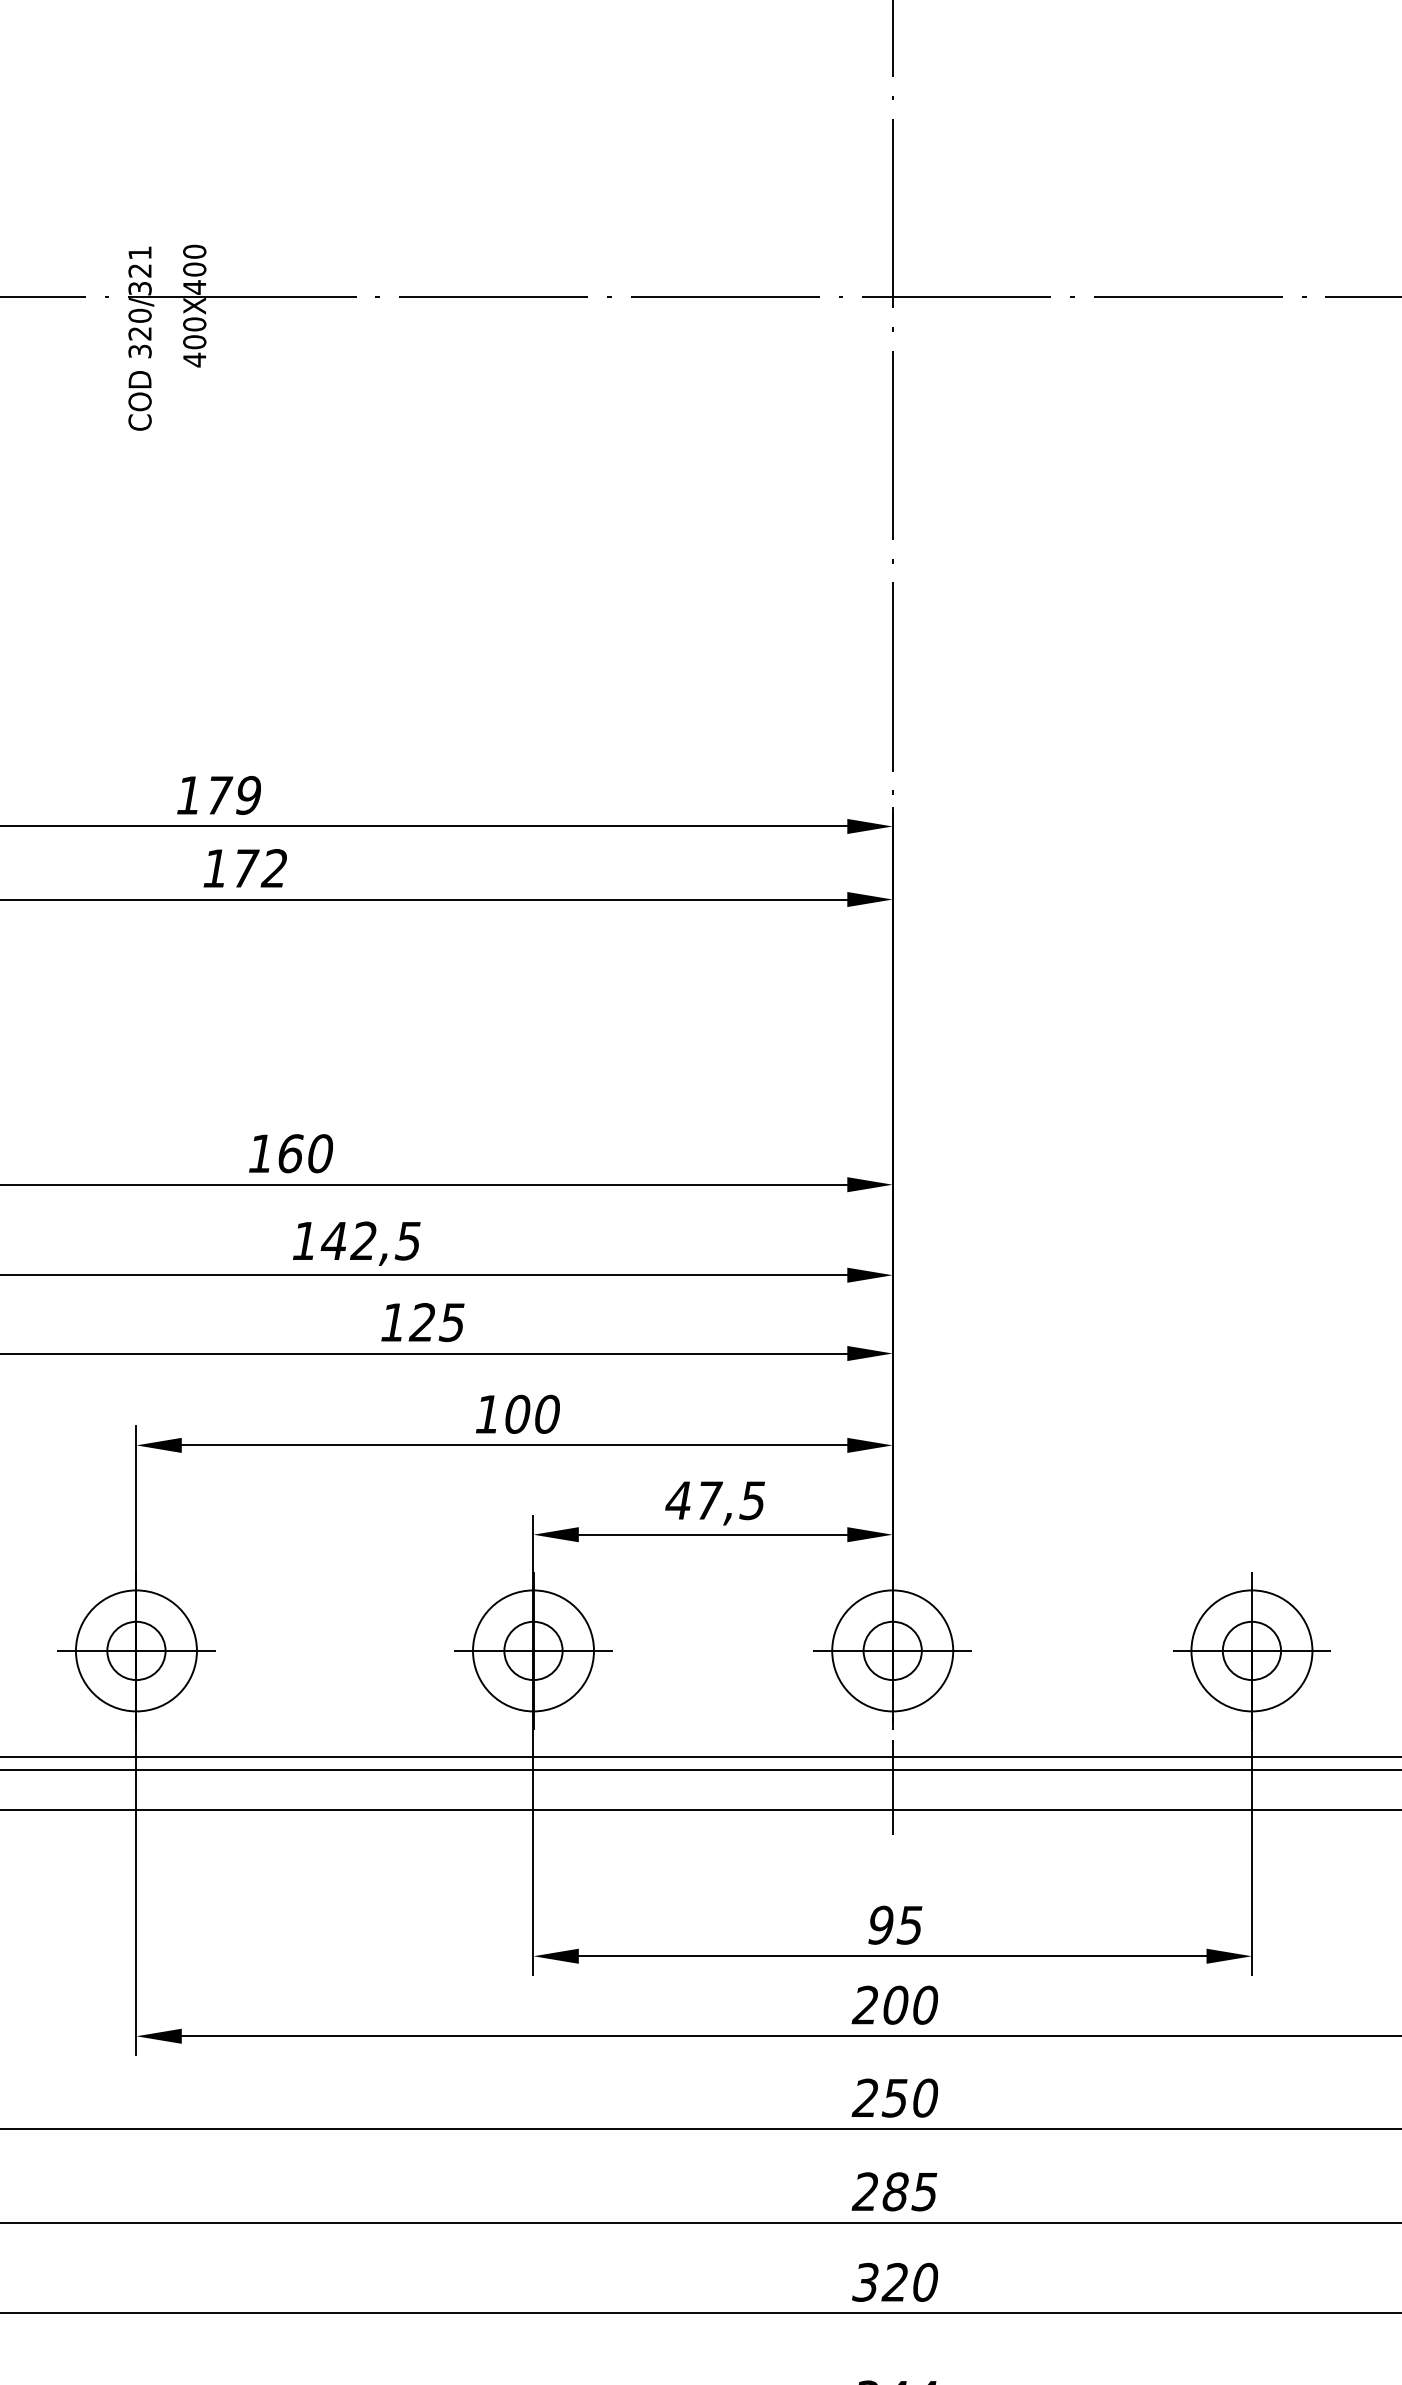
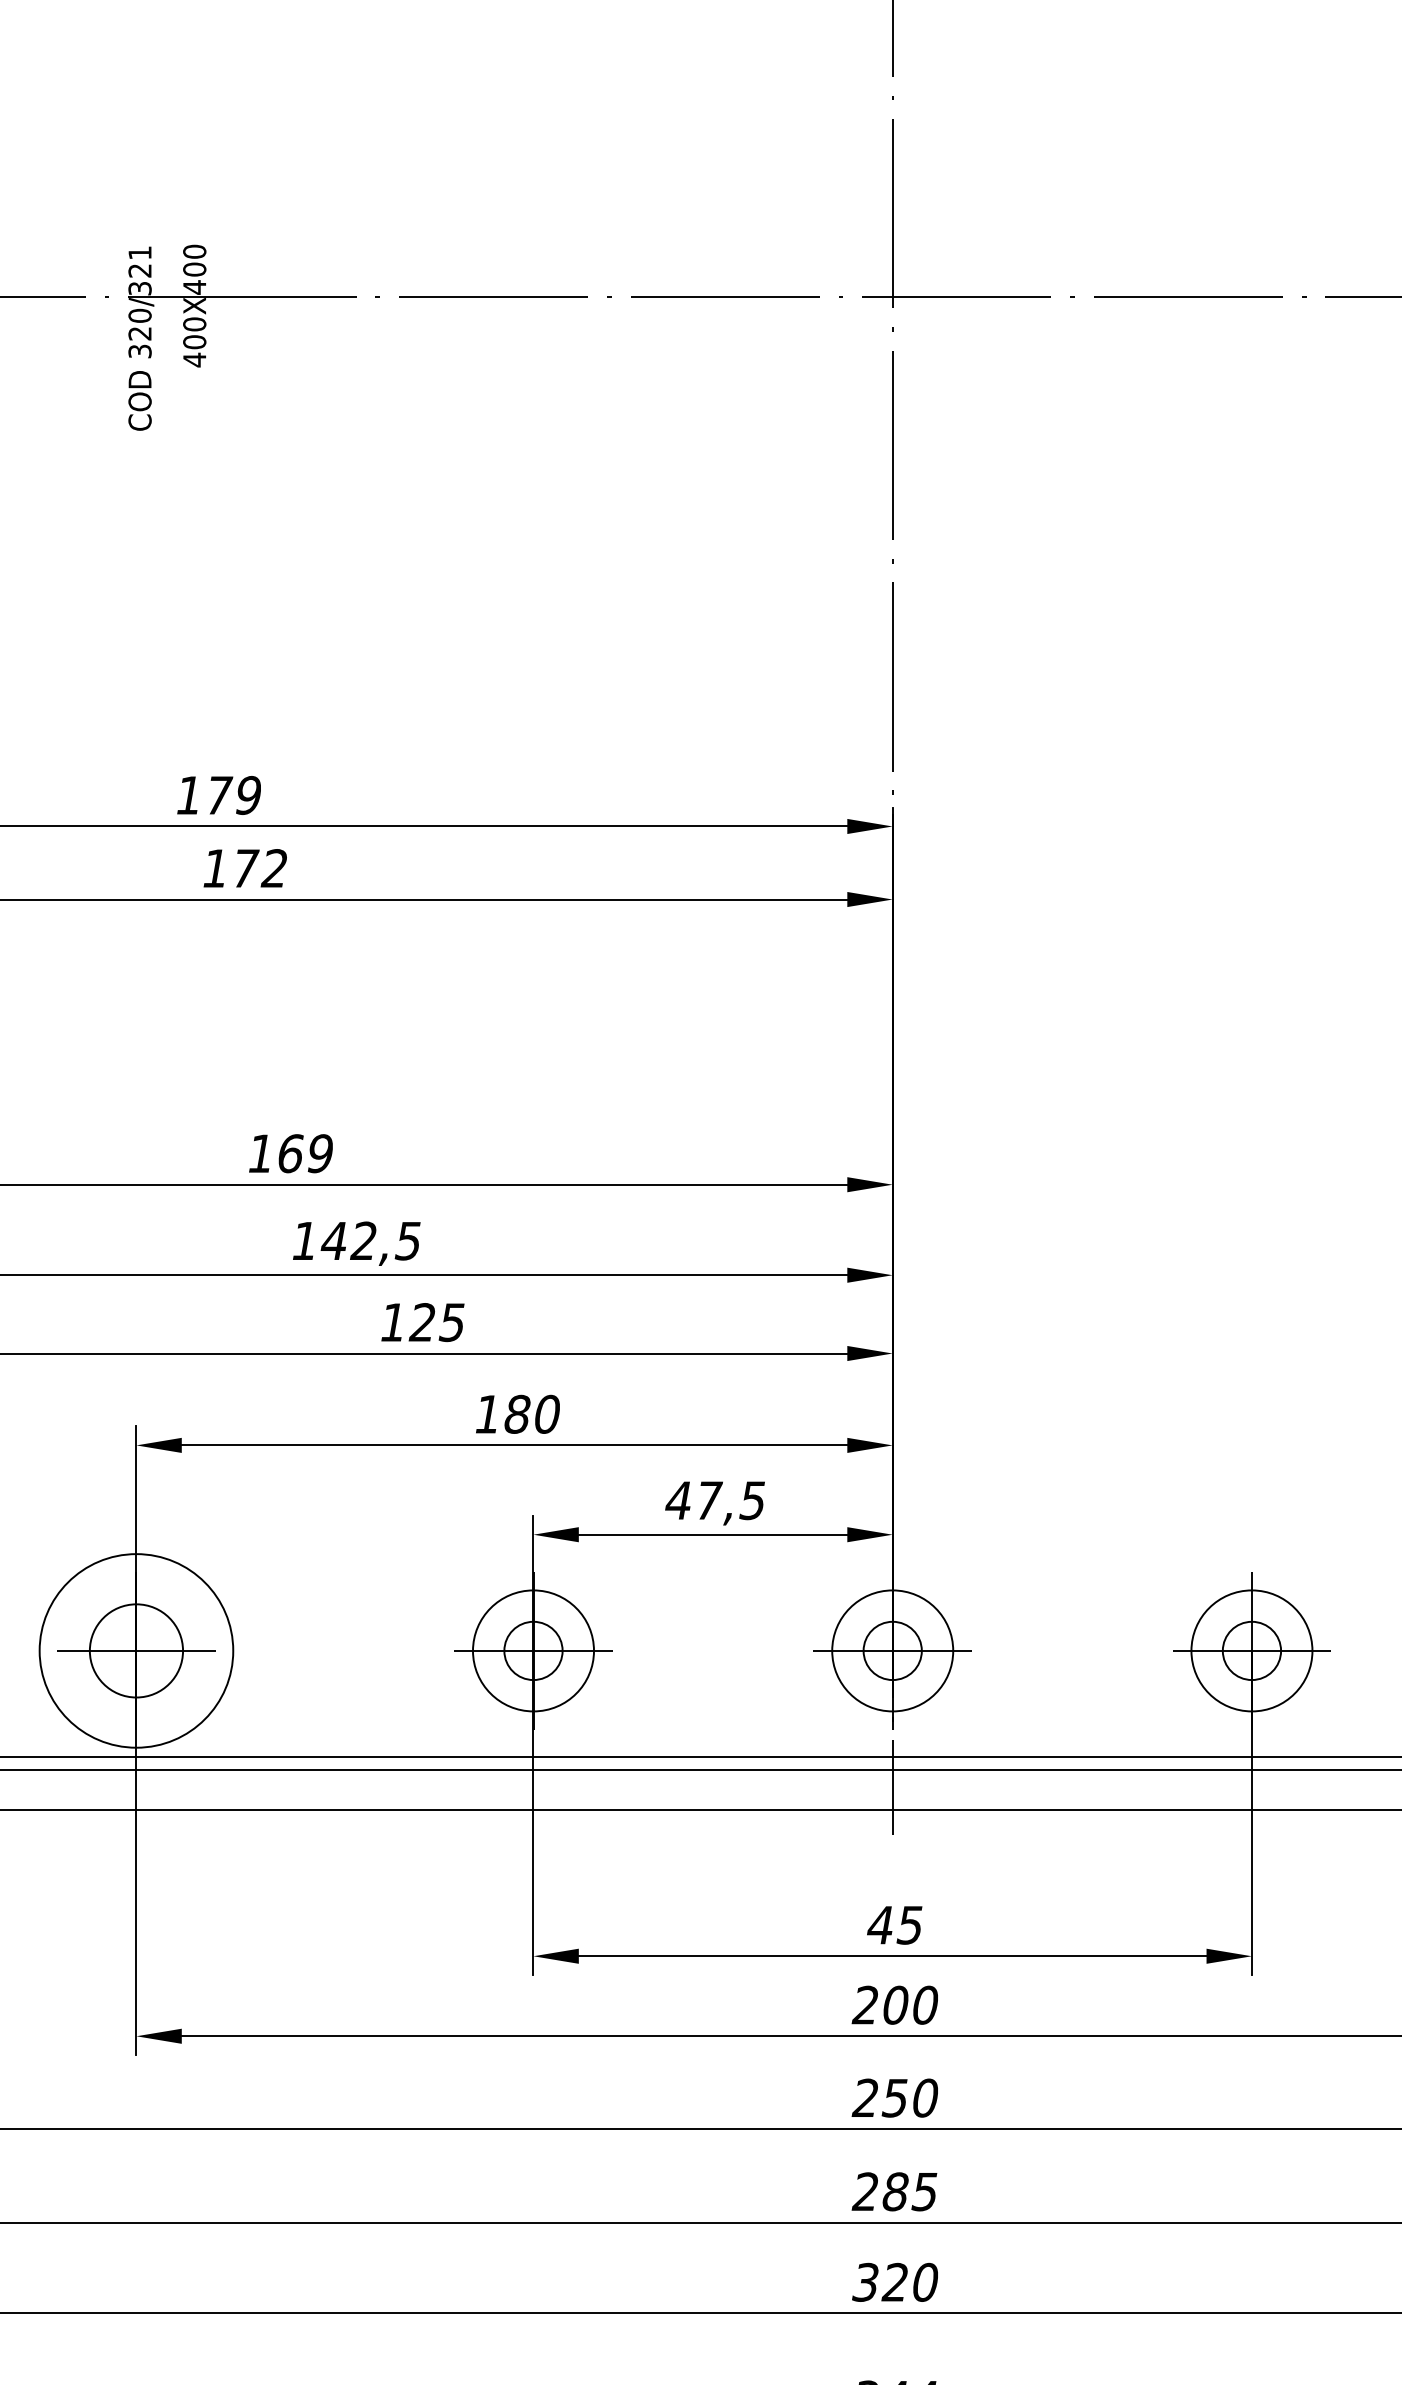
text at (319, 1153): 160 -> 169
text at (517, 1414): 100 -> 180
circle at (135, 1650) diameter: 121 px -> 194 px
circle at (136, 1650) diameter: 58 px -> 93 px
text at (880, 1924): 95 -> 45
